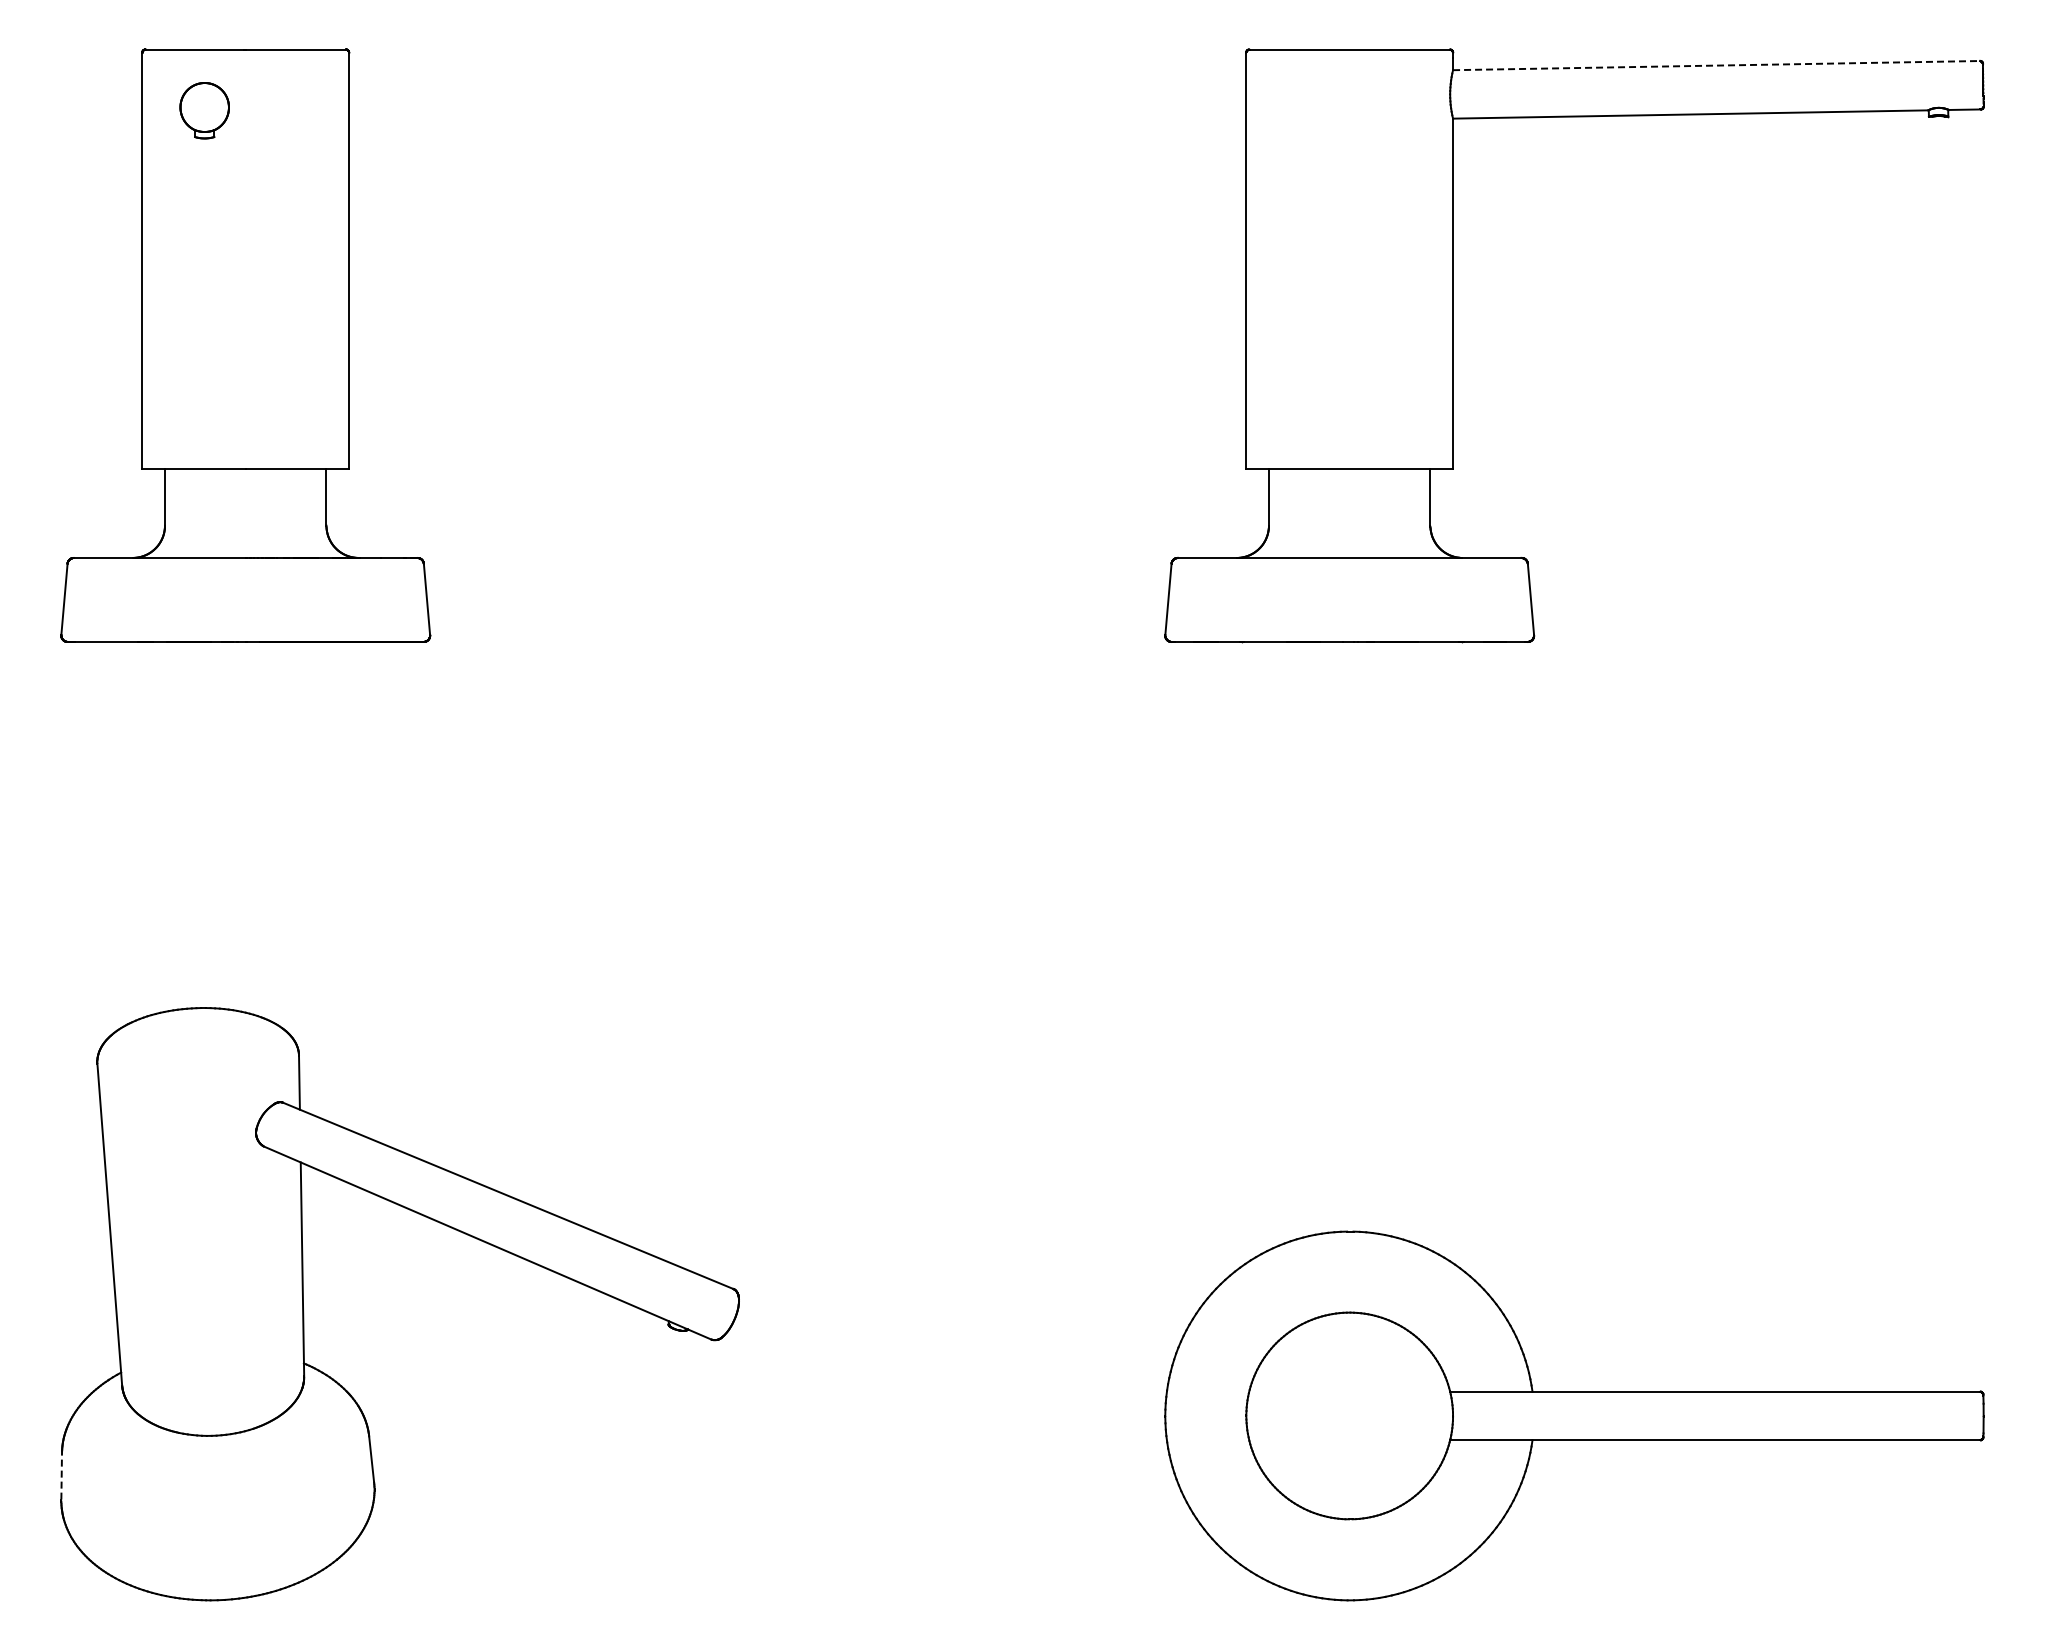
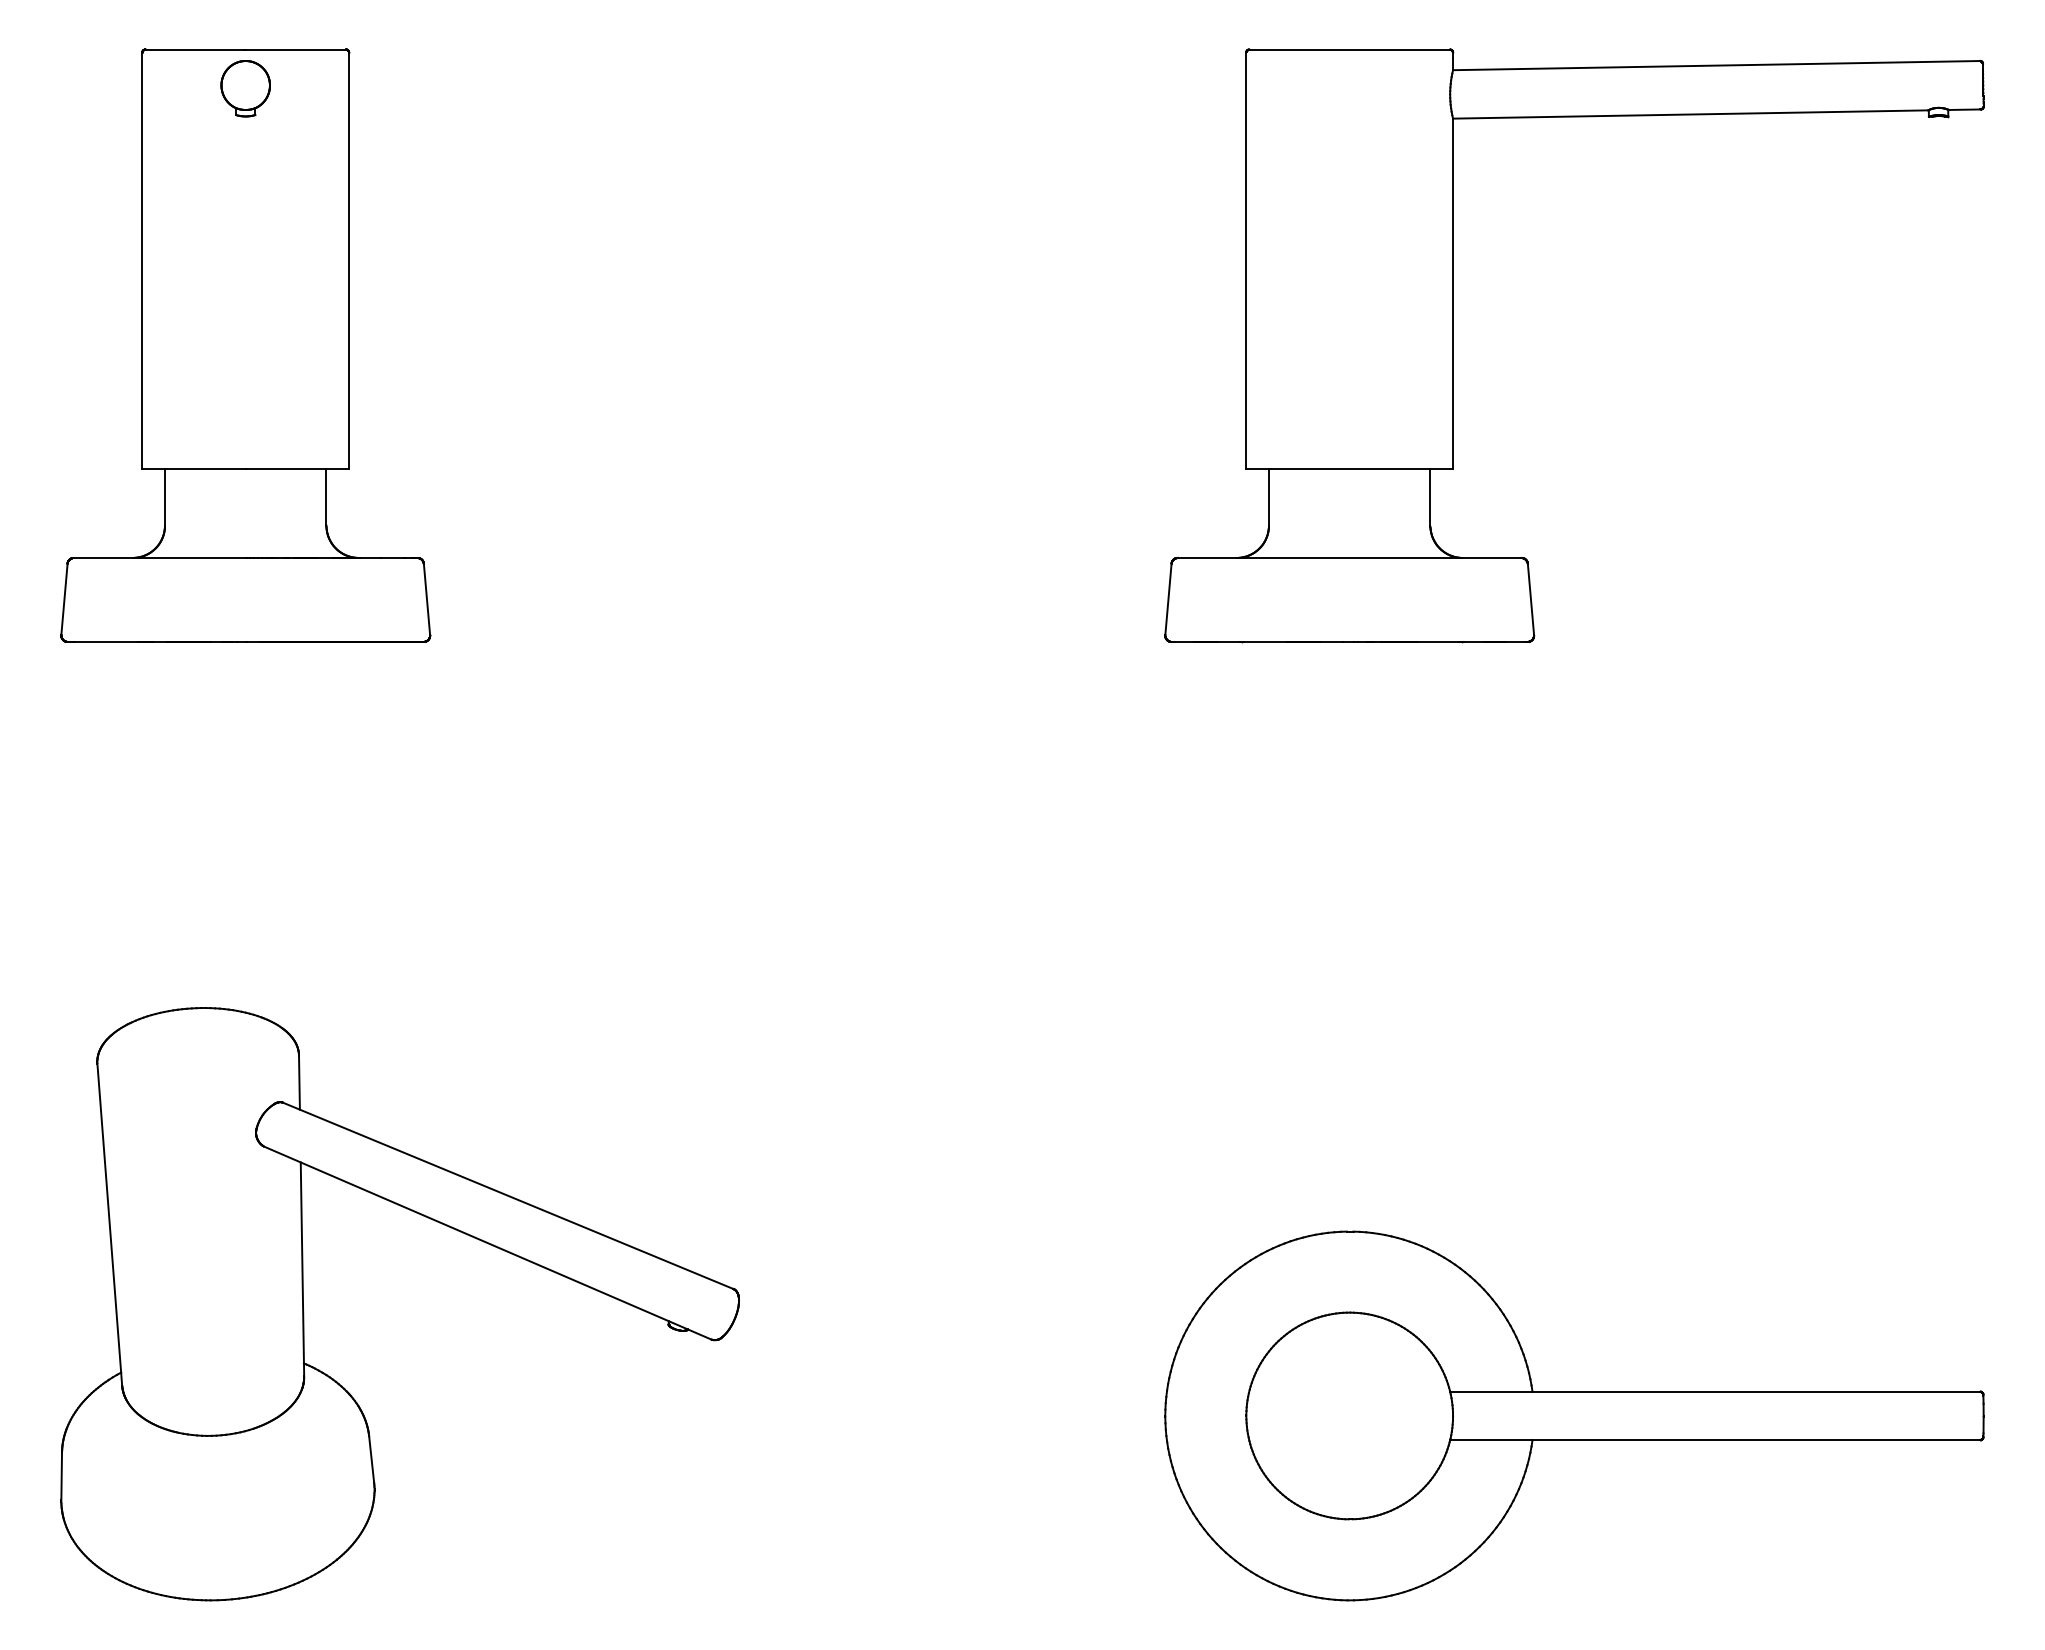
line at (1716, 65): dashed -> solid
part at (204, 110) position: (204, 110) -> (245, 88)
line at (61, 1476): dashed -> solid
